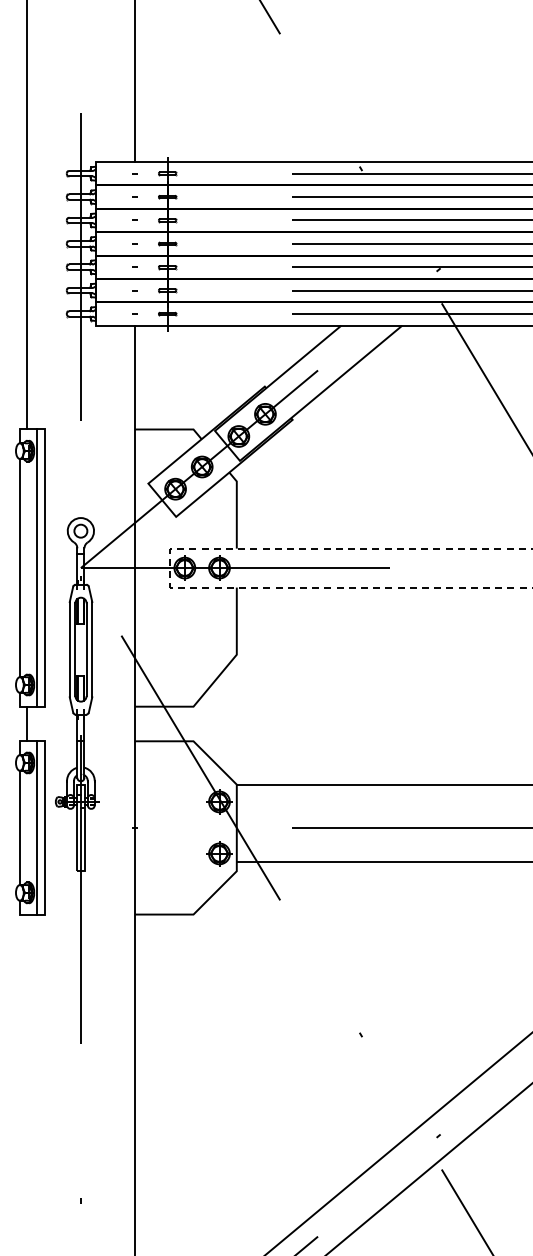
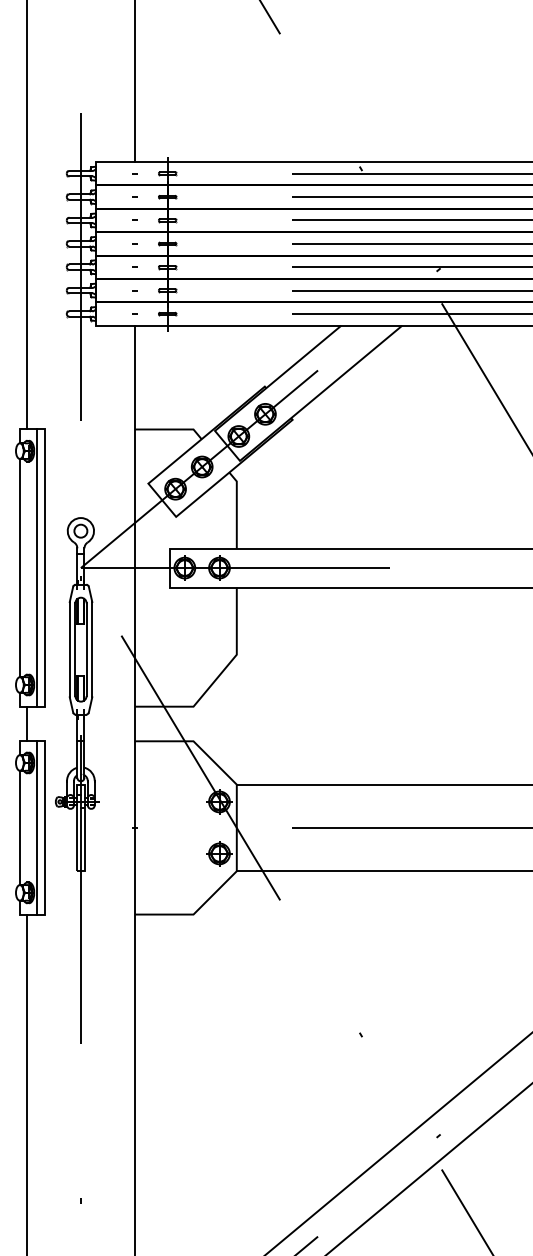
line at (170, 568): dashed -> solid
line at (382, 862) position: (382, 862) -> (382, 871)
line at (26, 1083): none -> present
